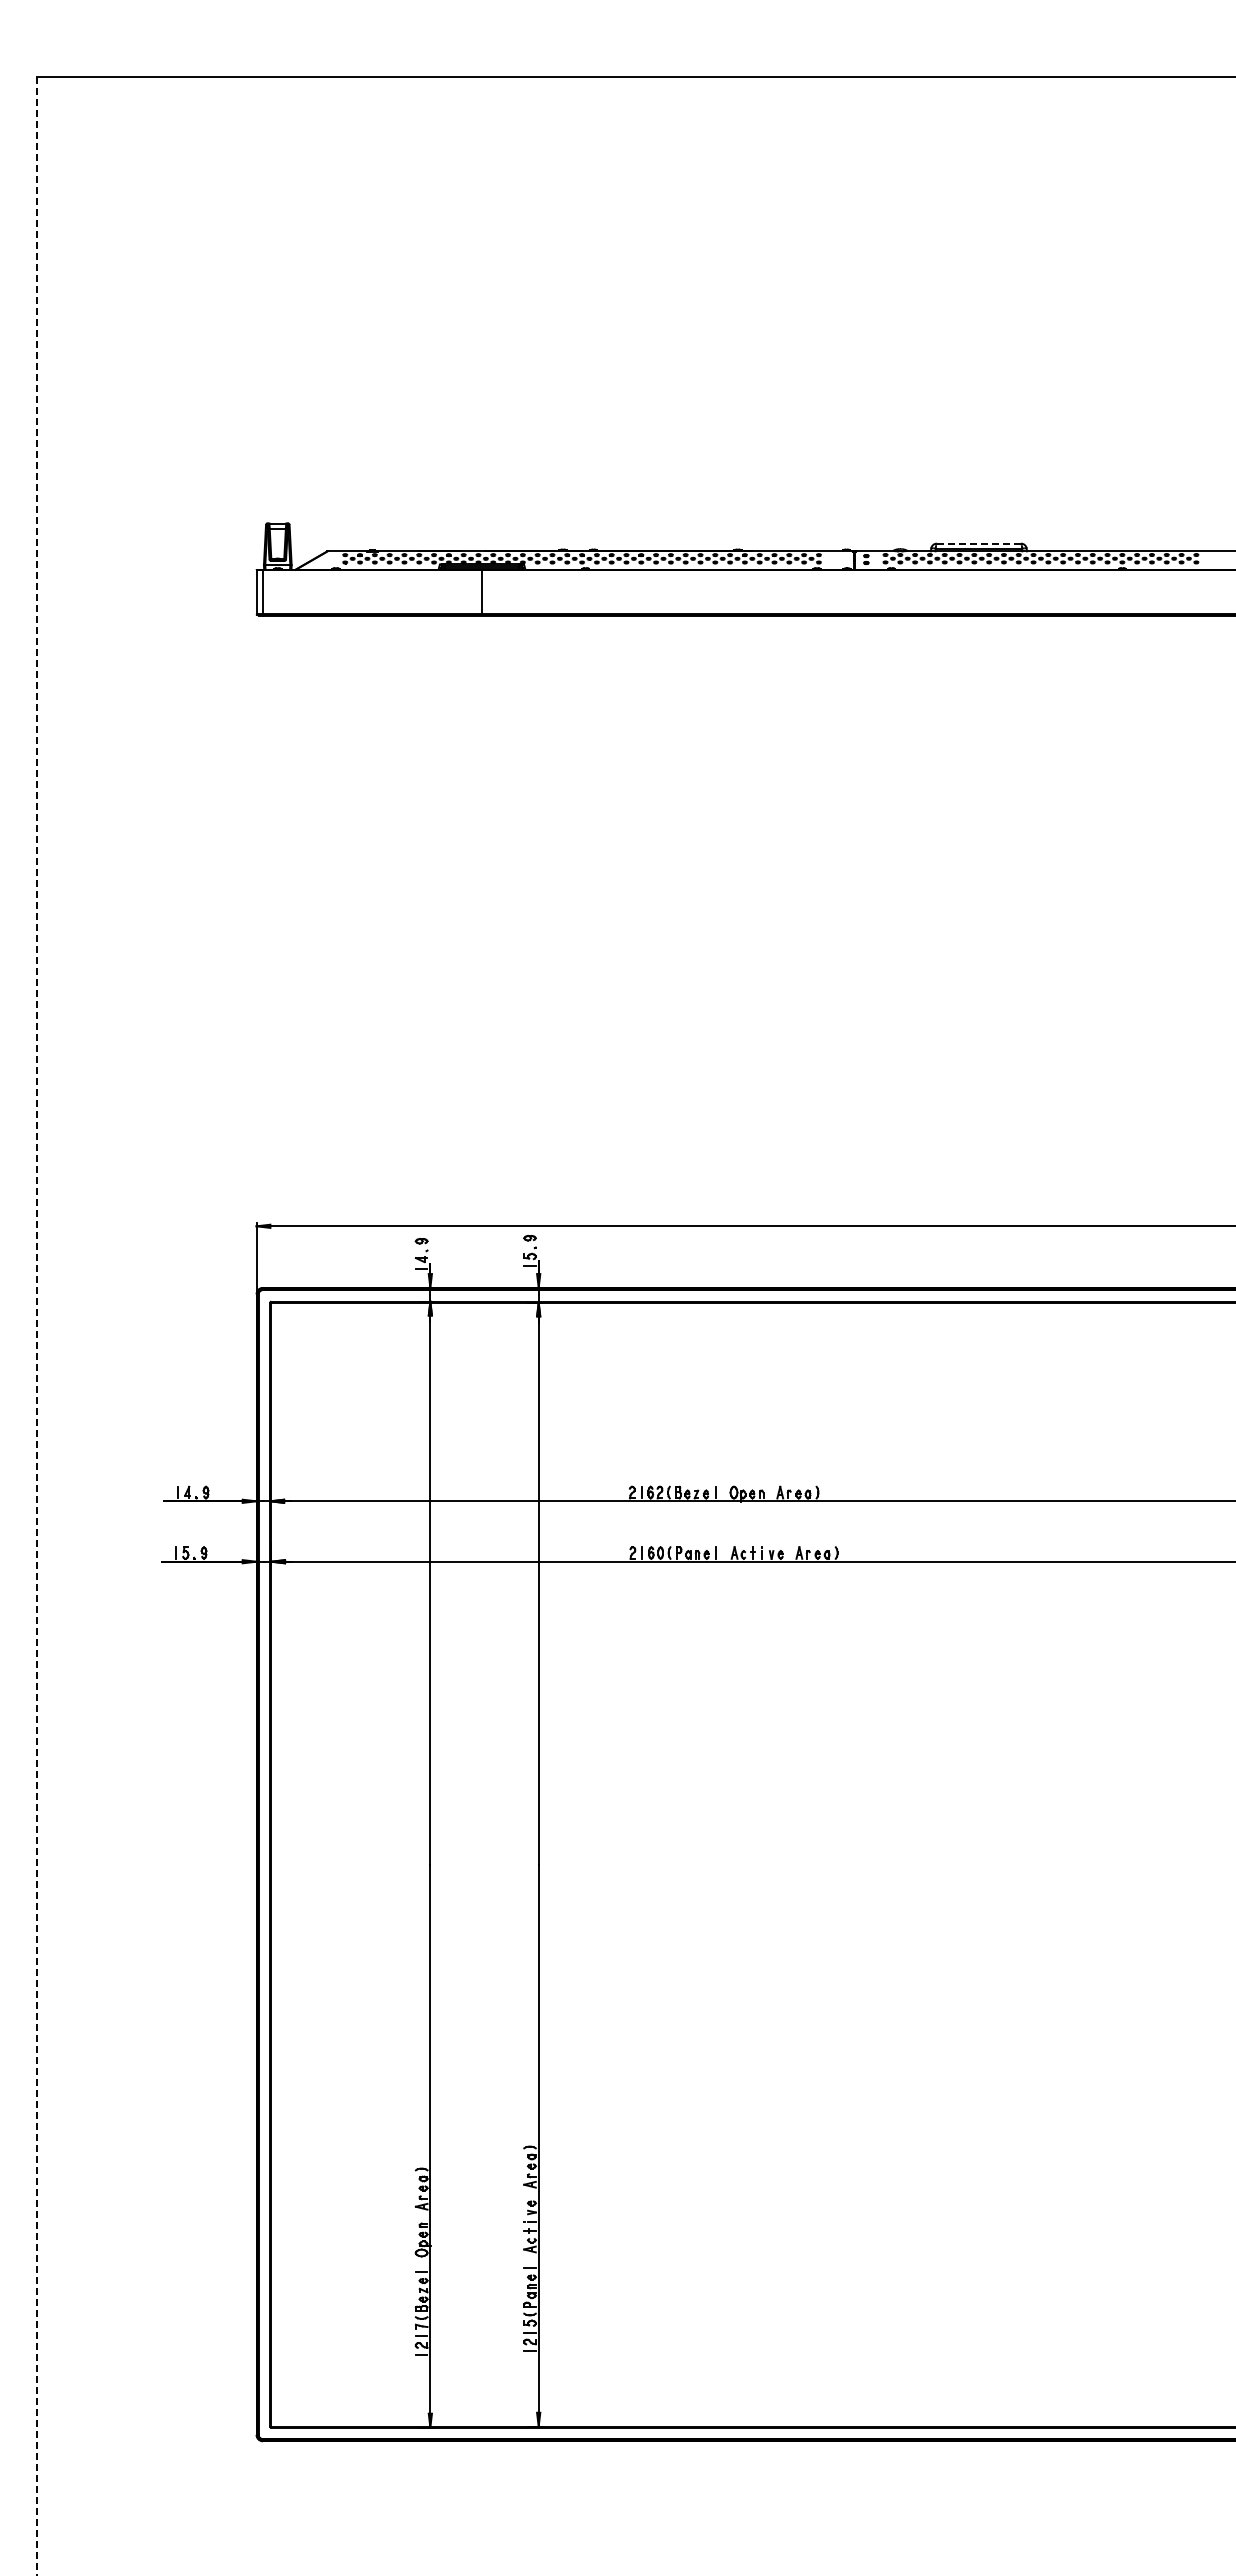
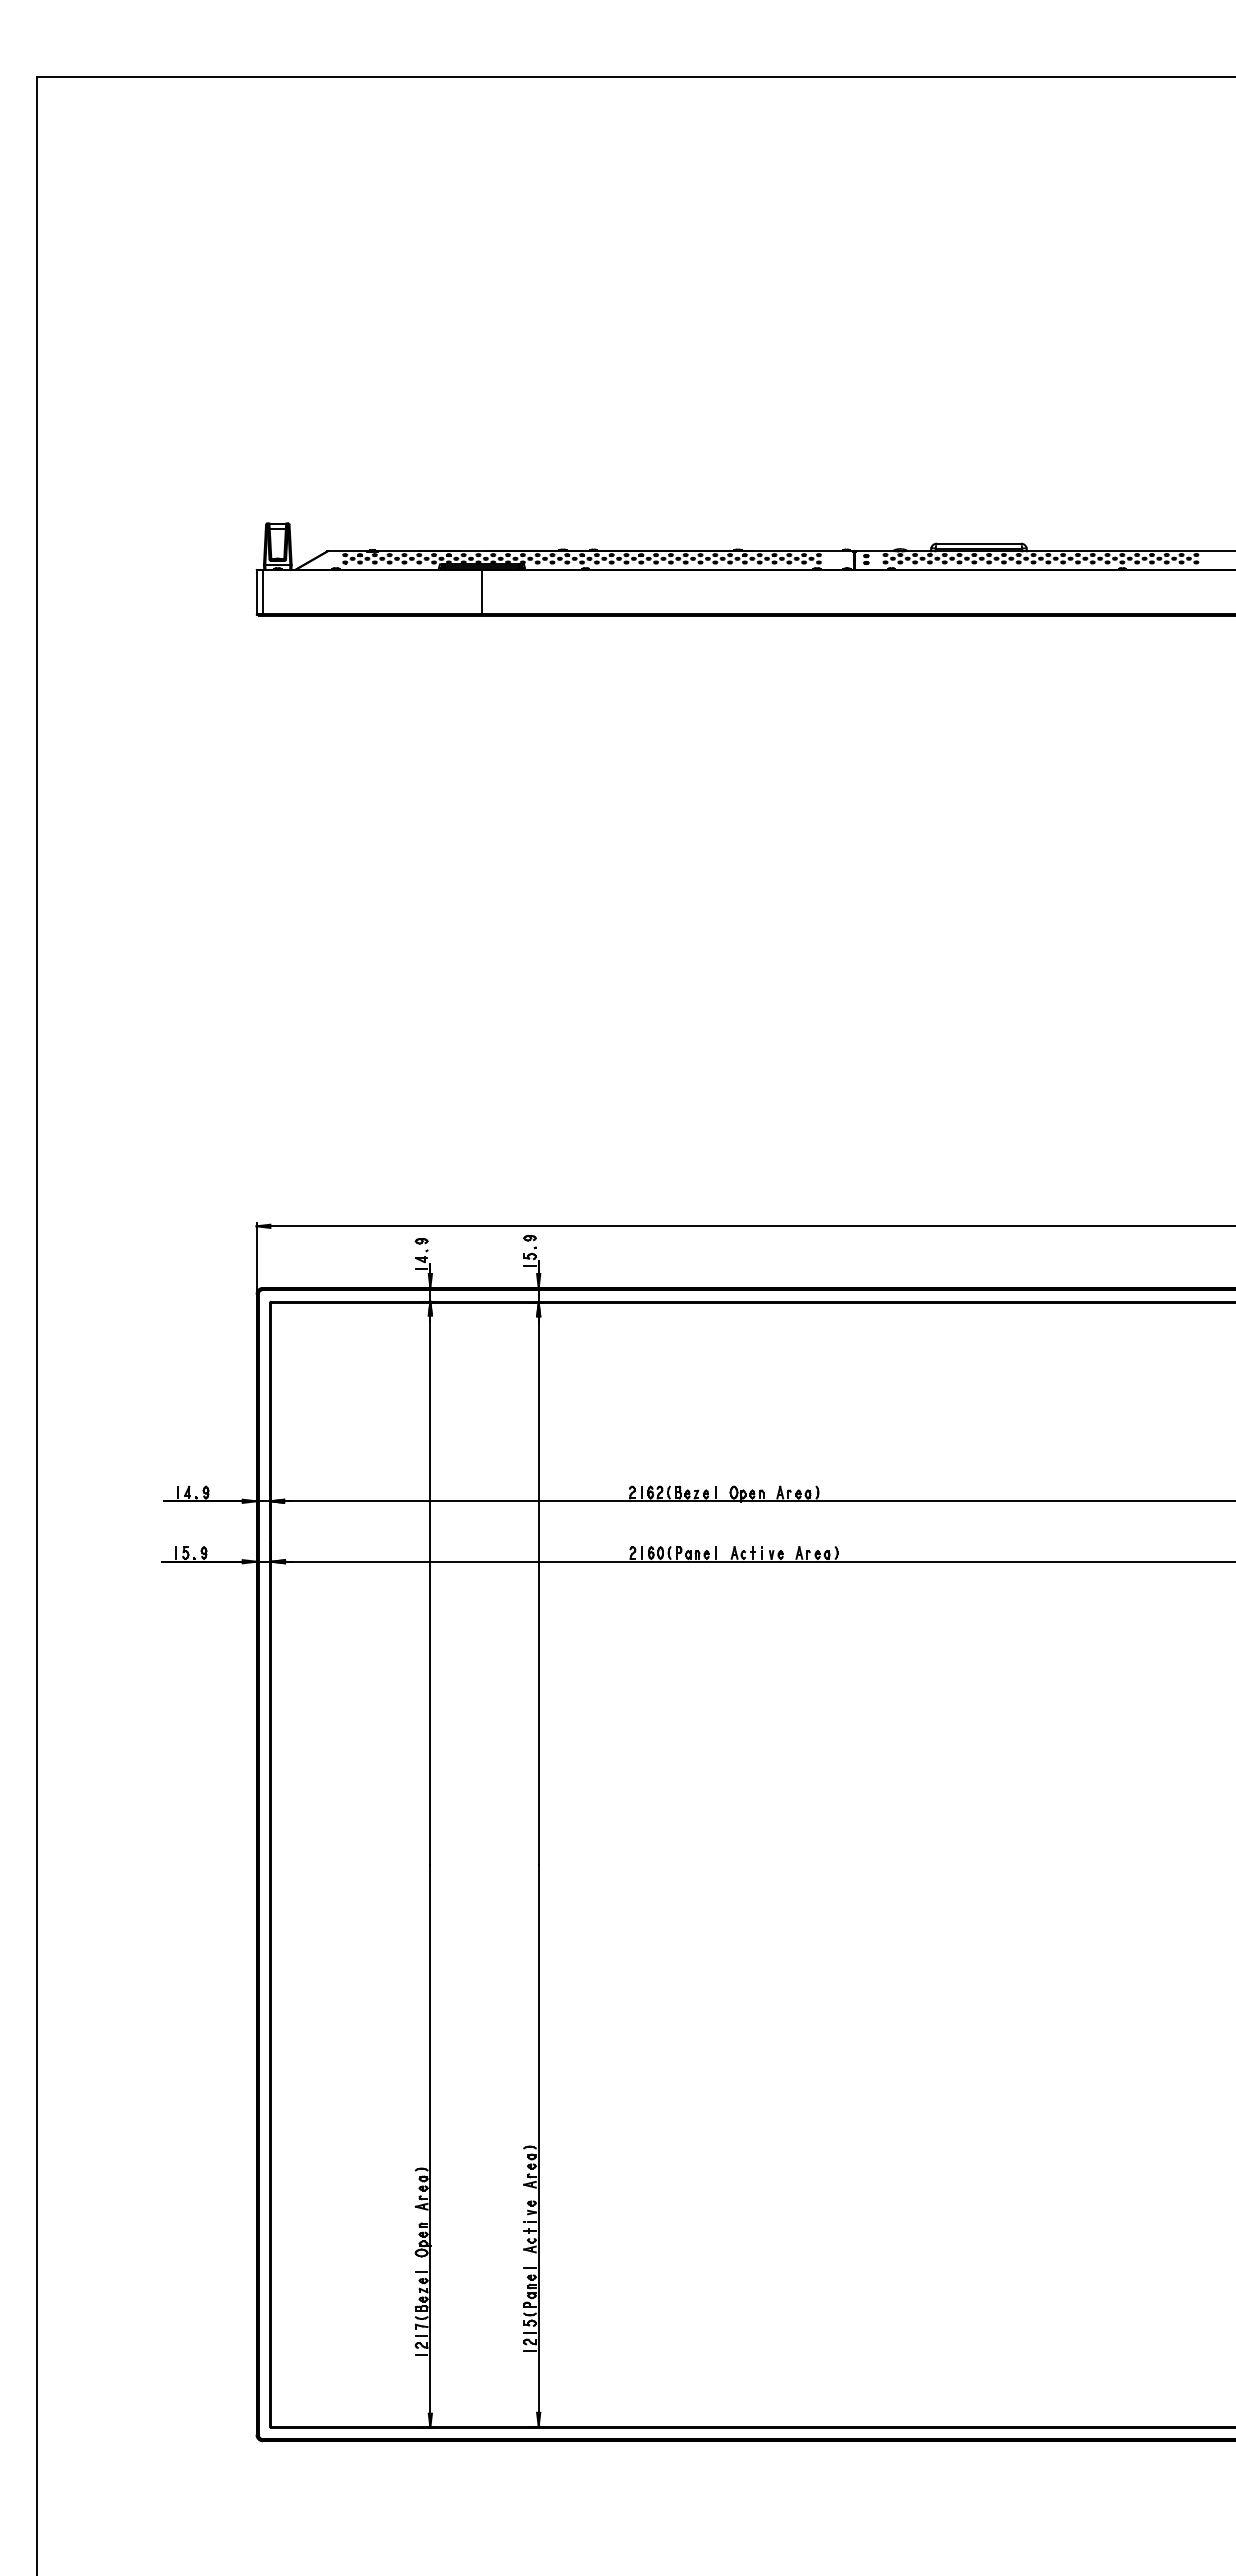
line at (979, 543): dashed -> solid
line at (36, 1326): dashed -> solid
